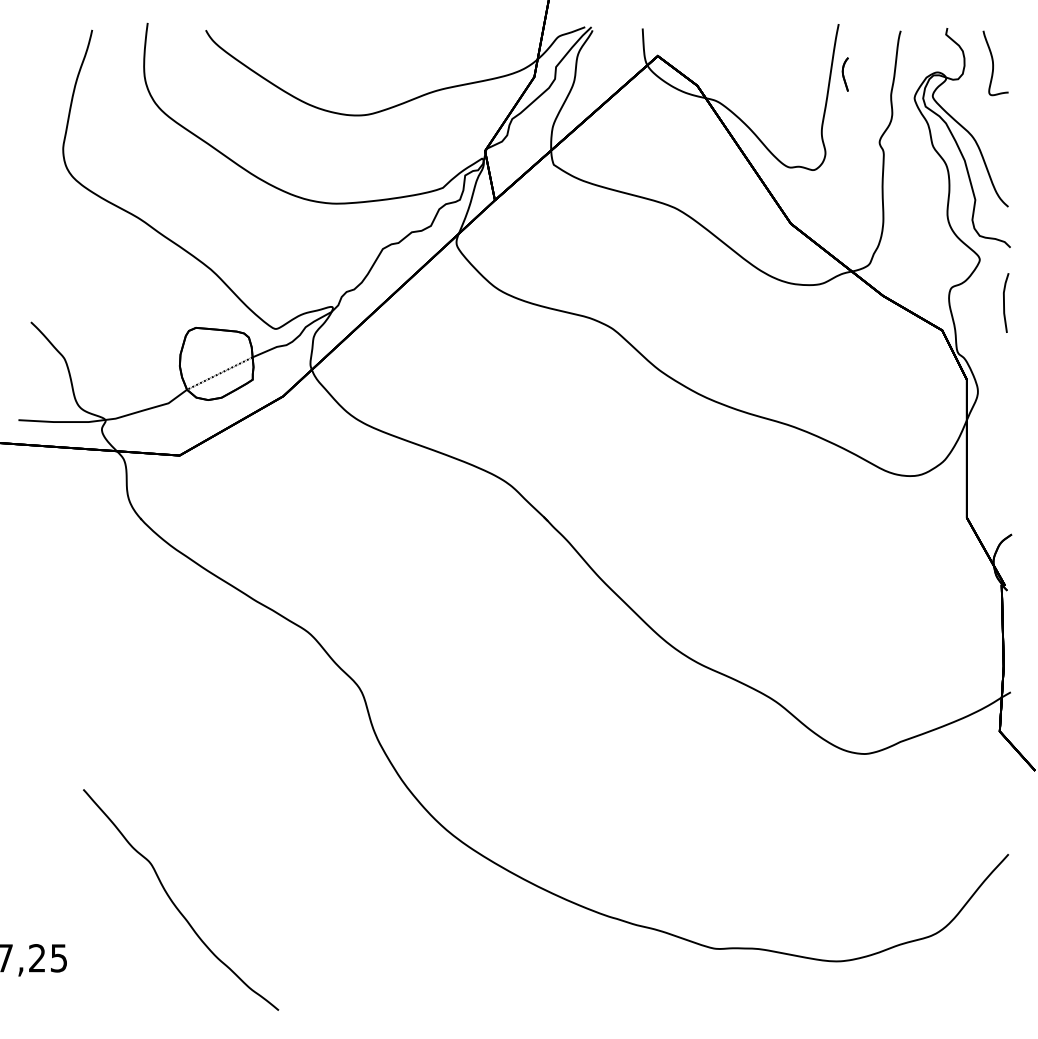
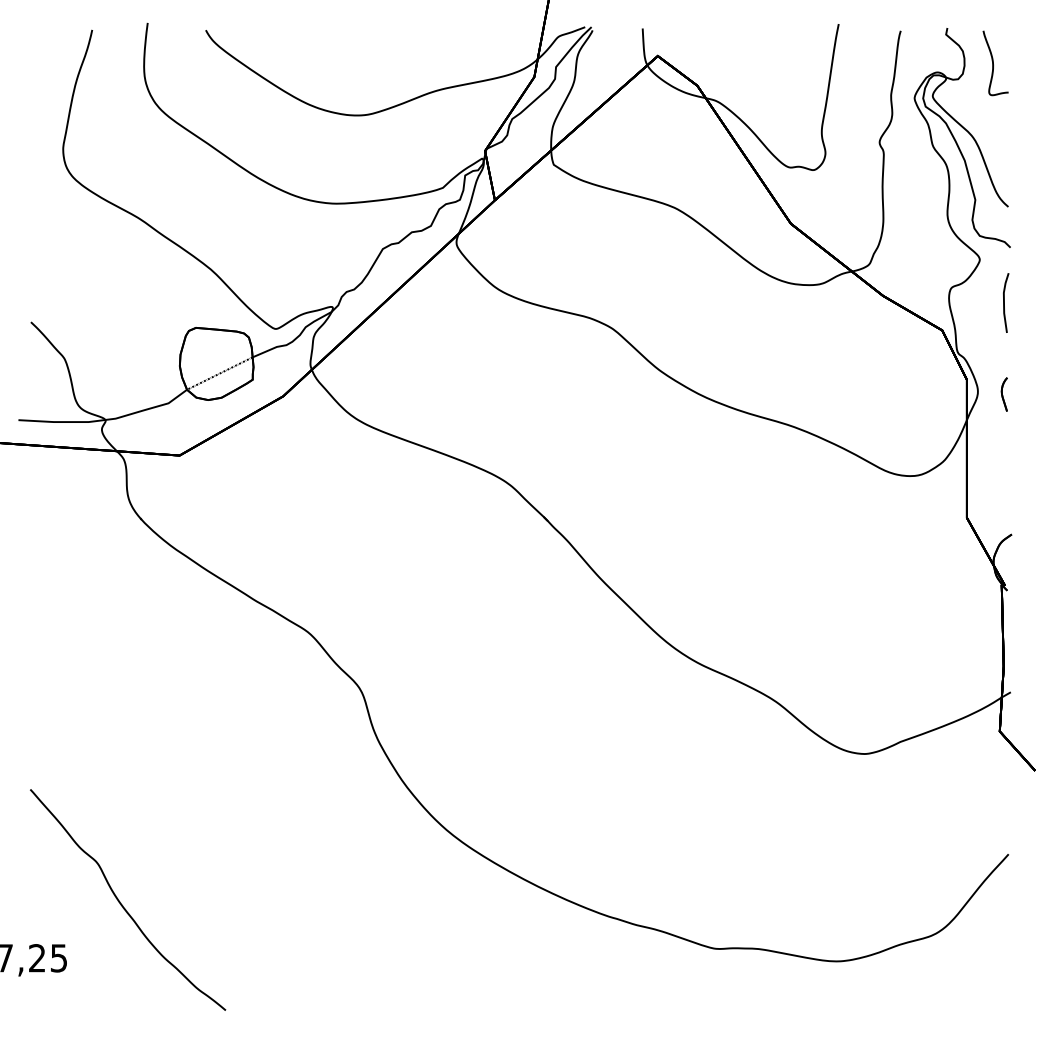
part at (844, 74) position: (844, 74) -> (1003, 394)
part at (175, 904) position: (175, 904) -> (122, 904)
